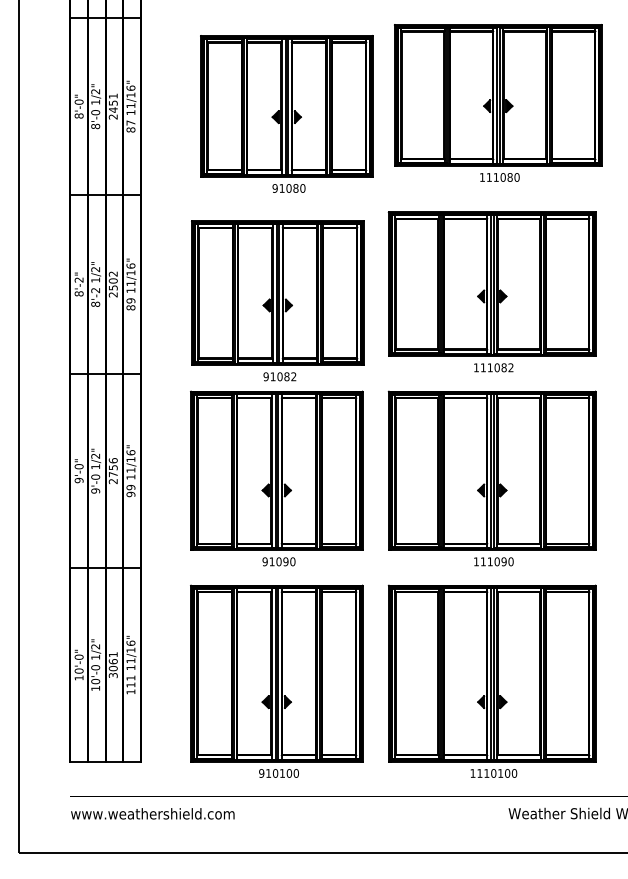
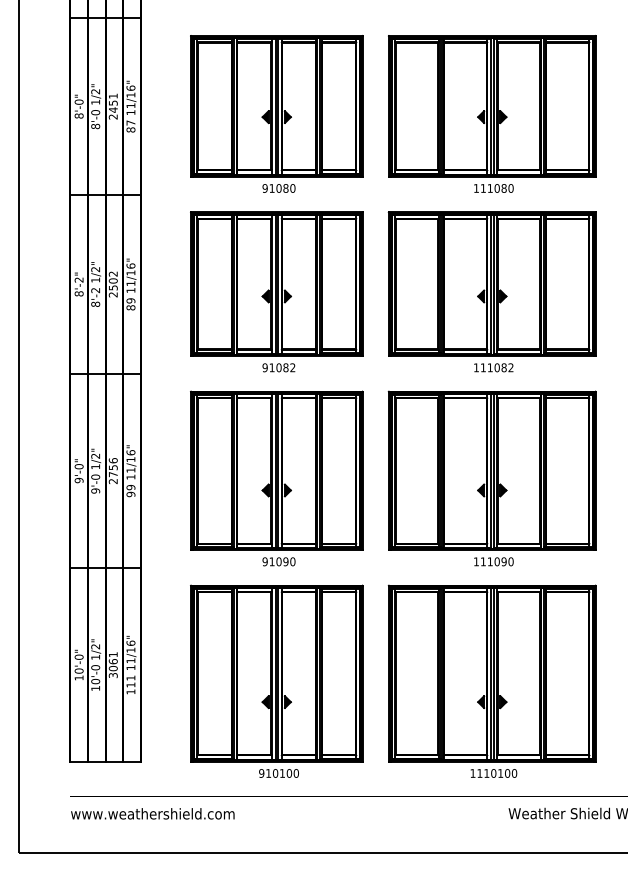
part at (498, 102) position: (498, 102) -> (492, 113)
part at (286, 113) position: (286, 113) -> (276, 113)
part at (277, 300) position: (277, 300) -> (276, 291)
